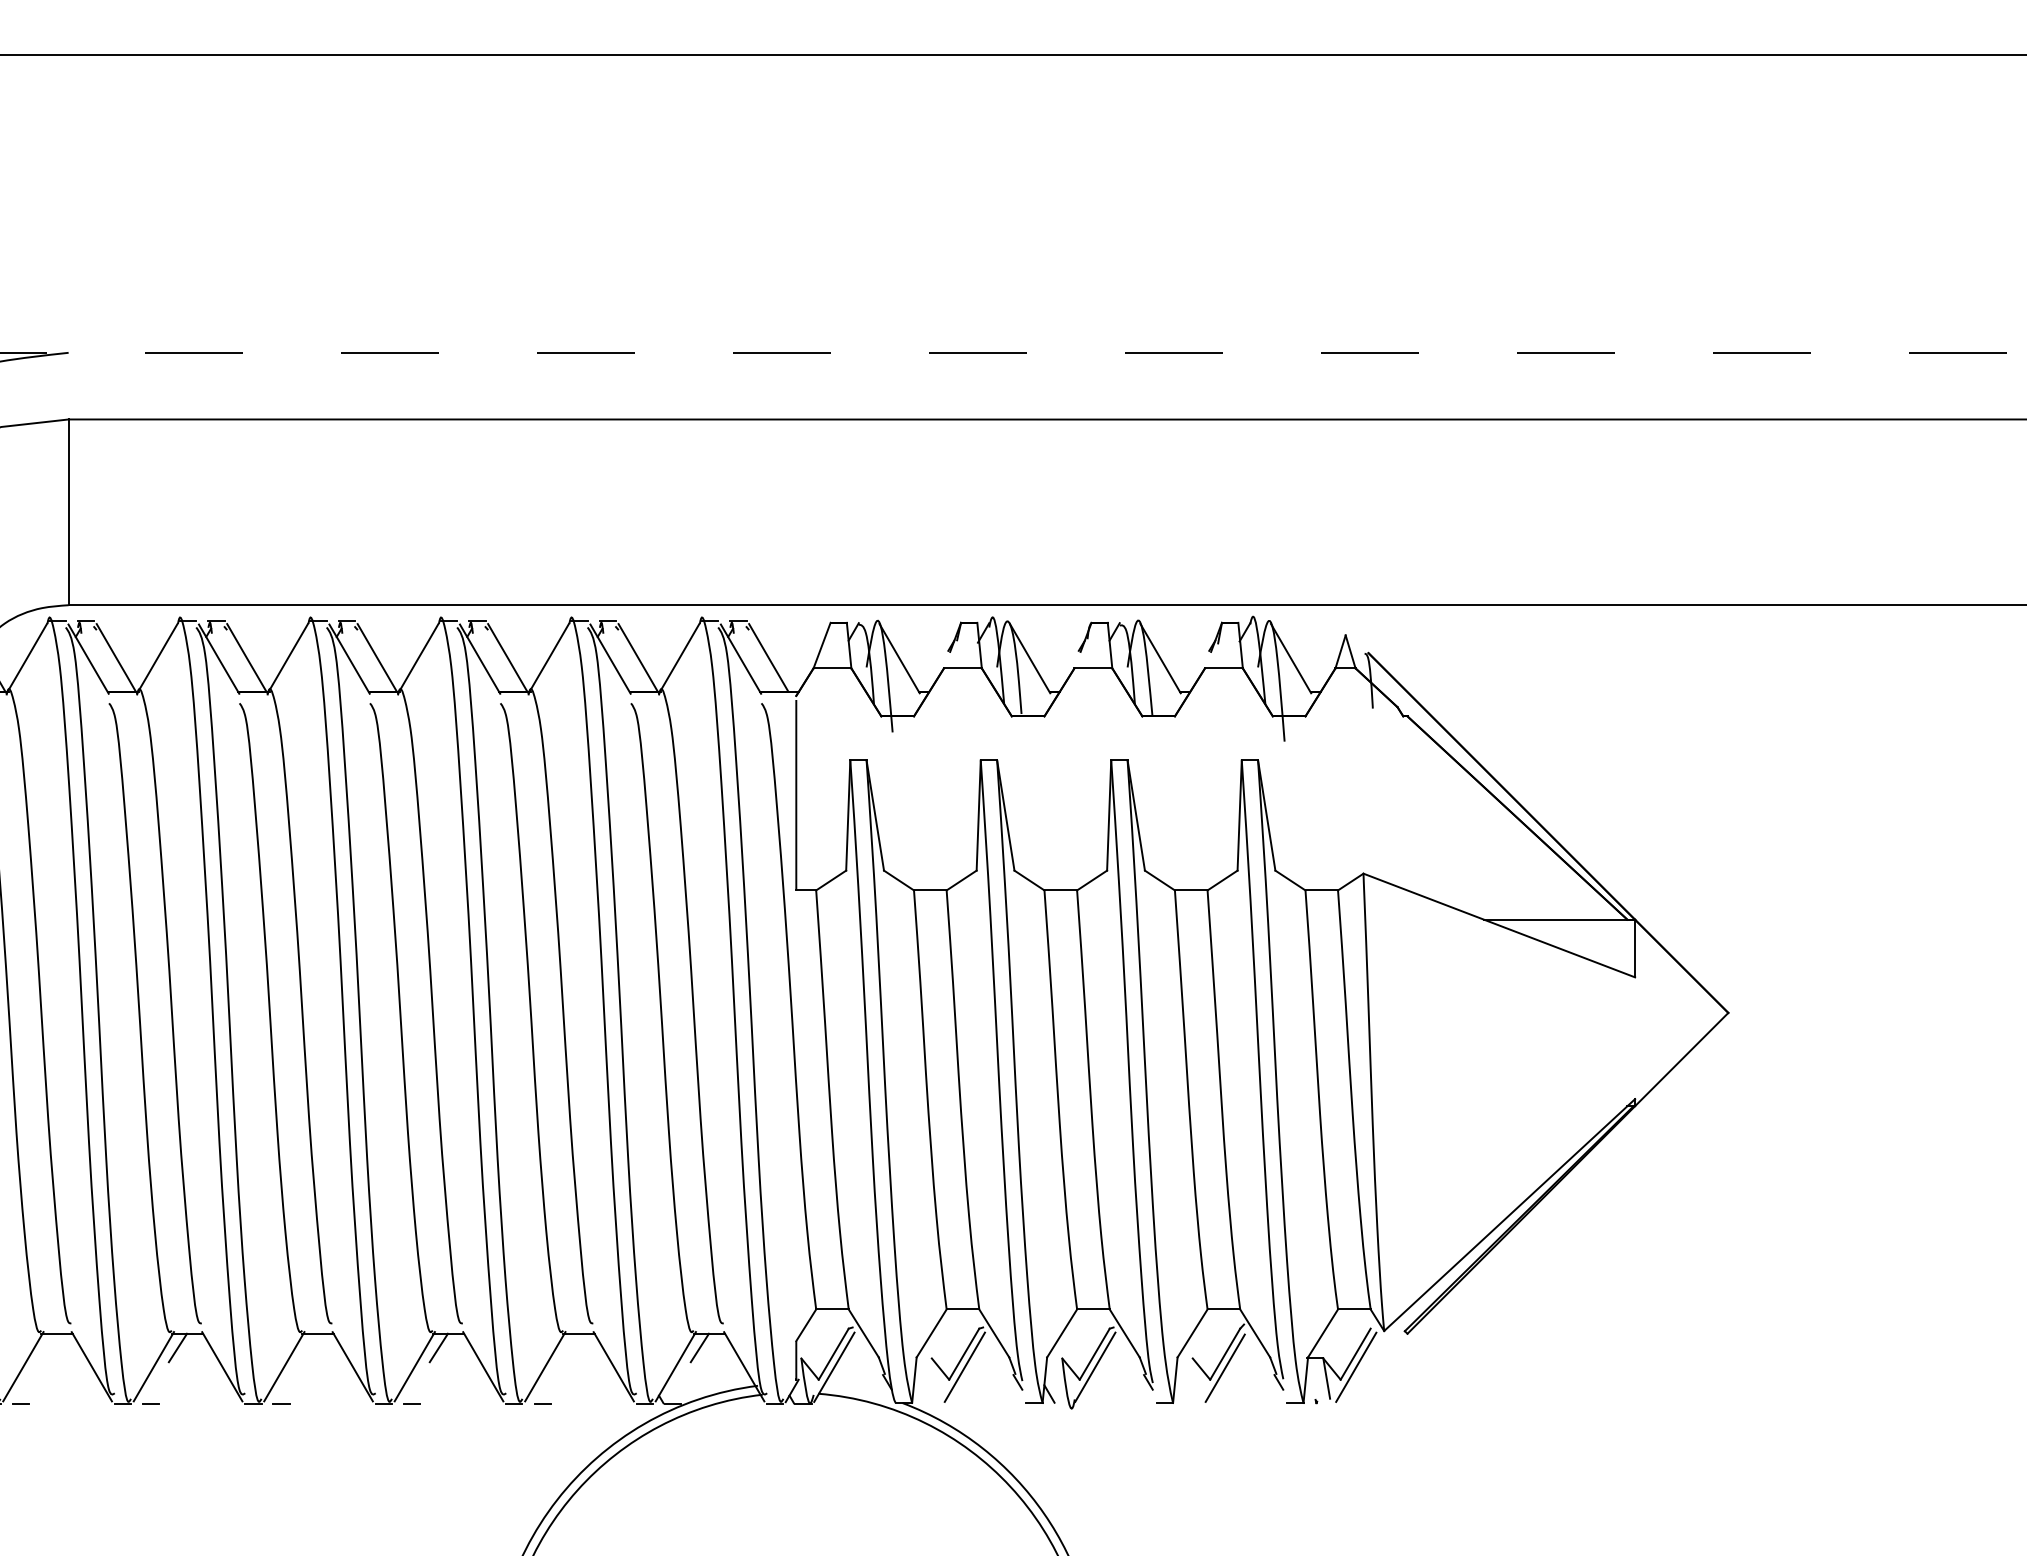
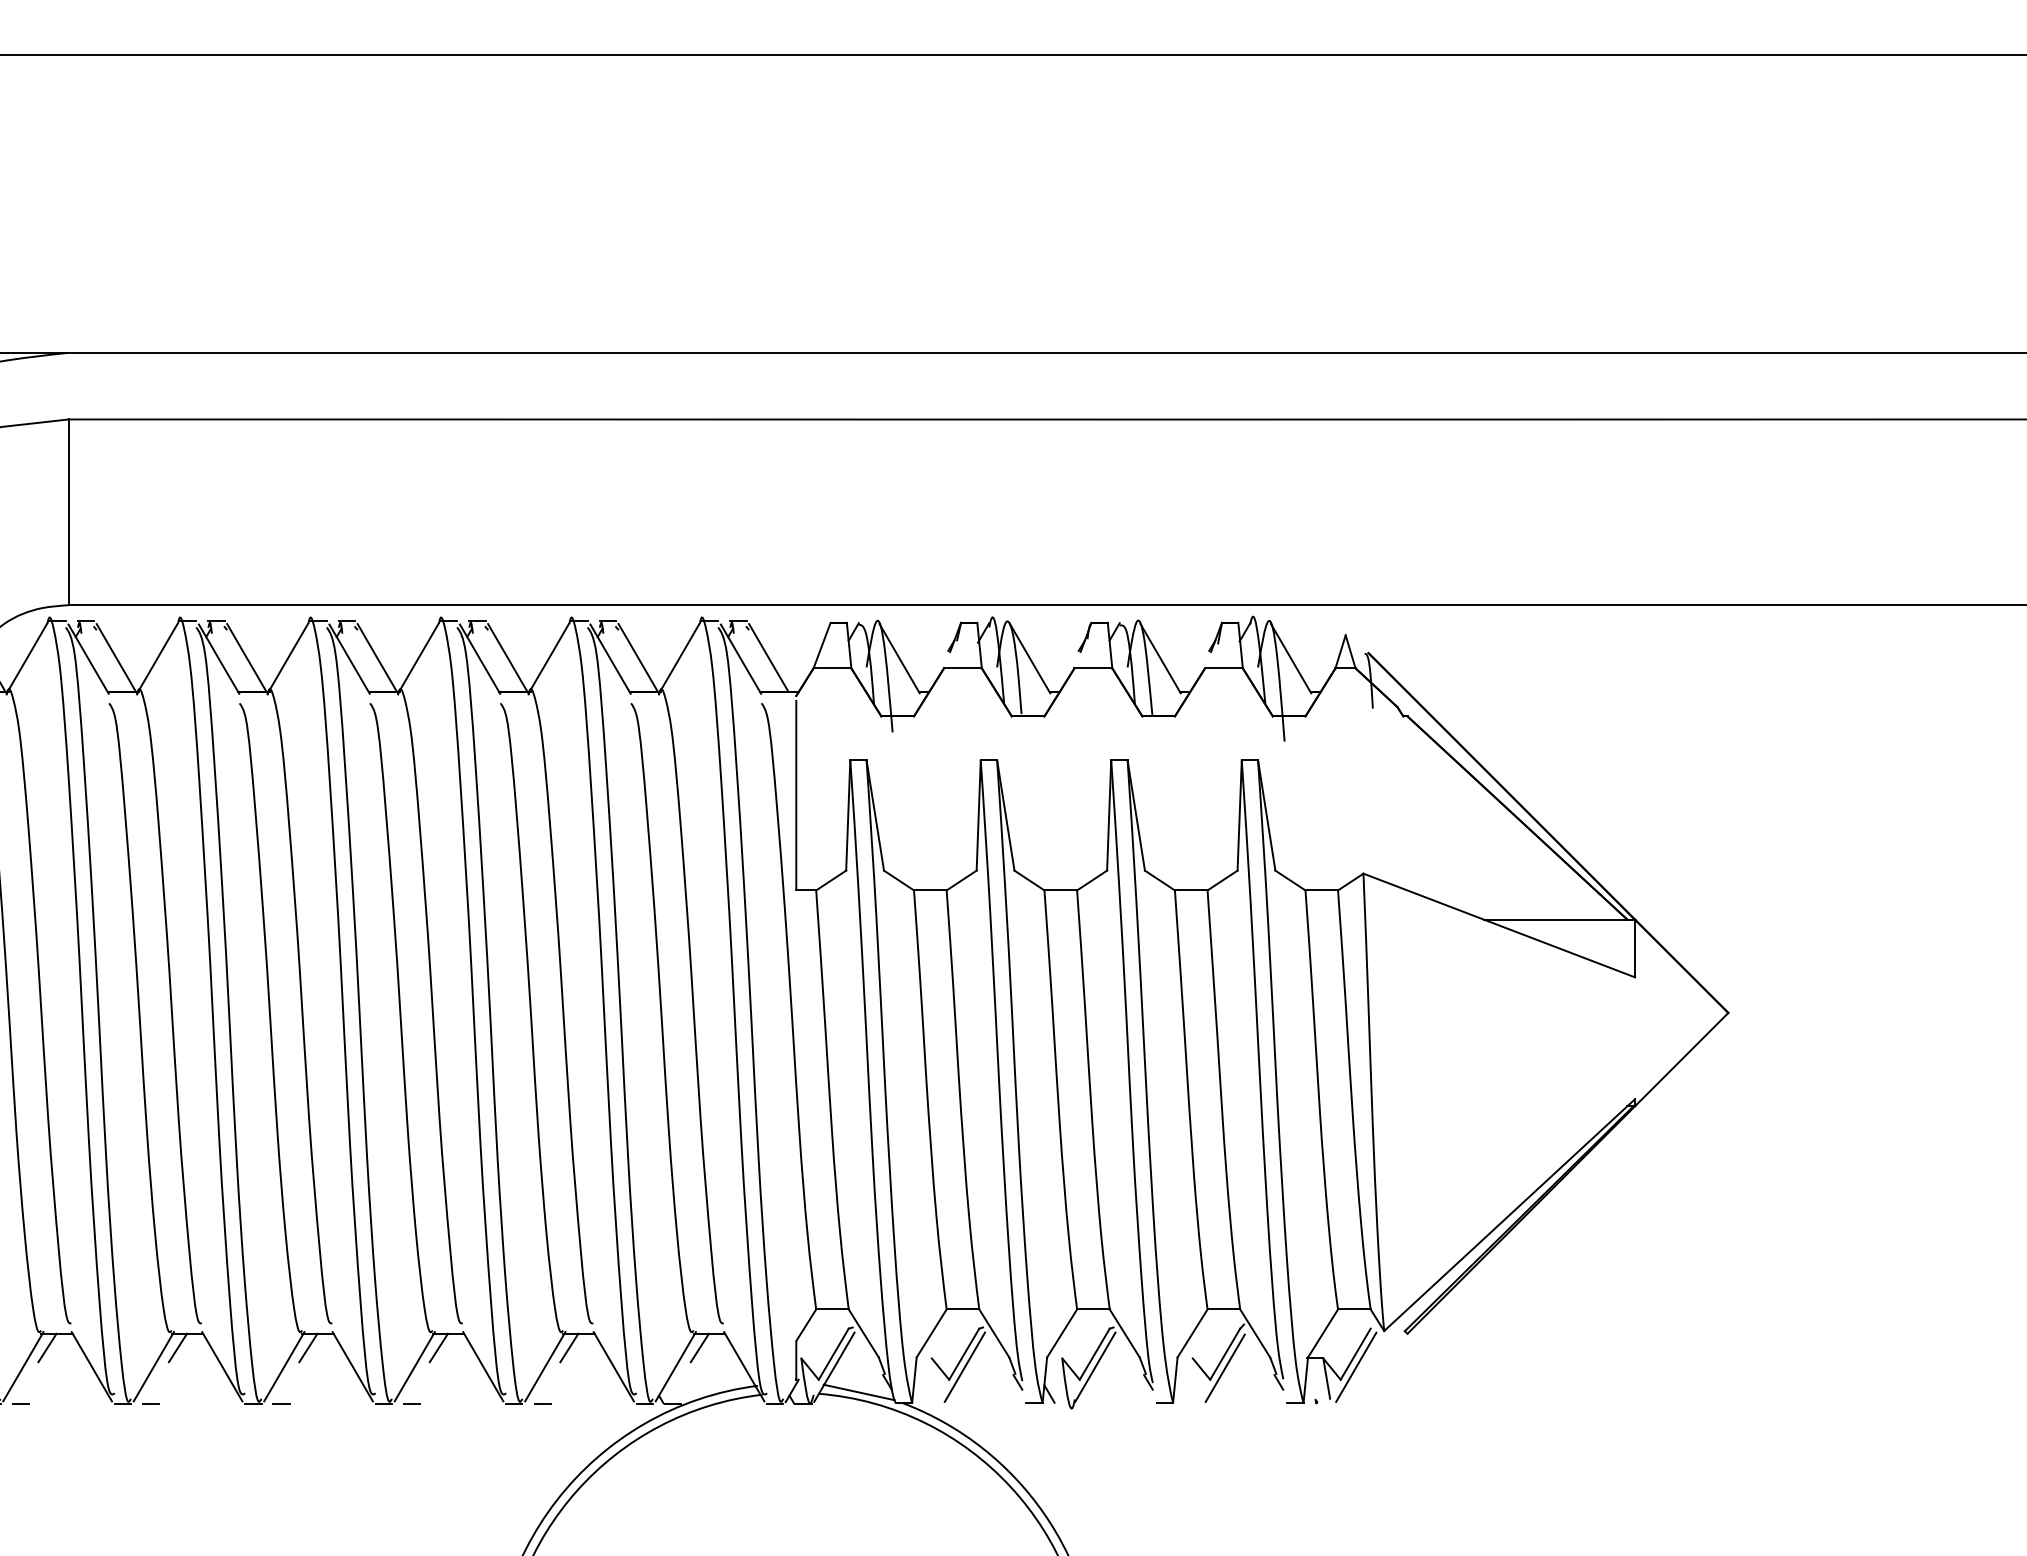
line at (1013, 352): dashed -> solid
line at (47, 1347): none -> present
line at (308, 1347): none -> present
line at (569, 1347): none -> present
line at (858, 1392): none -> present
